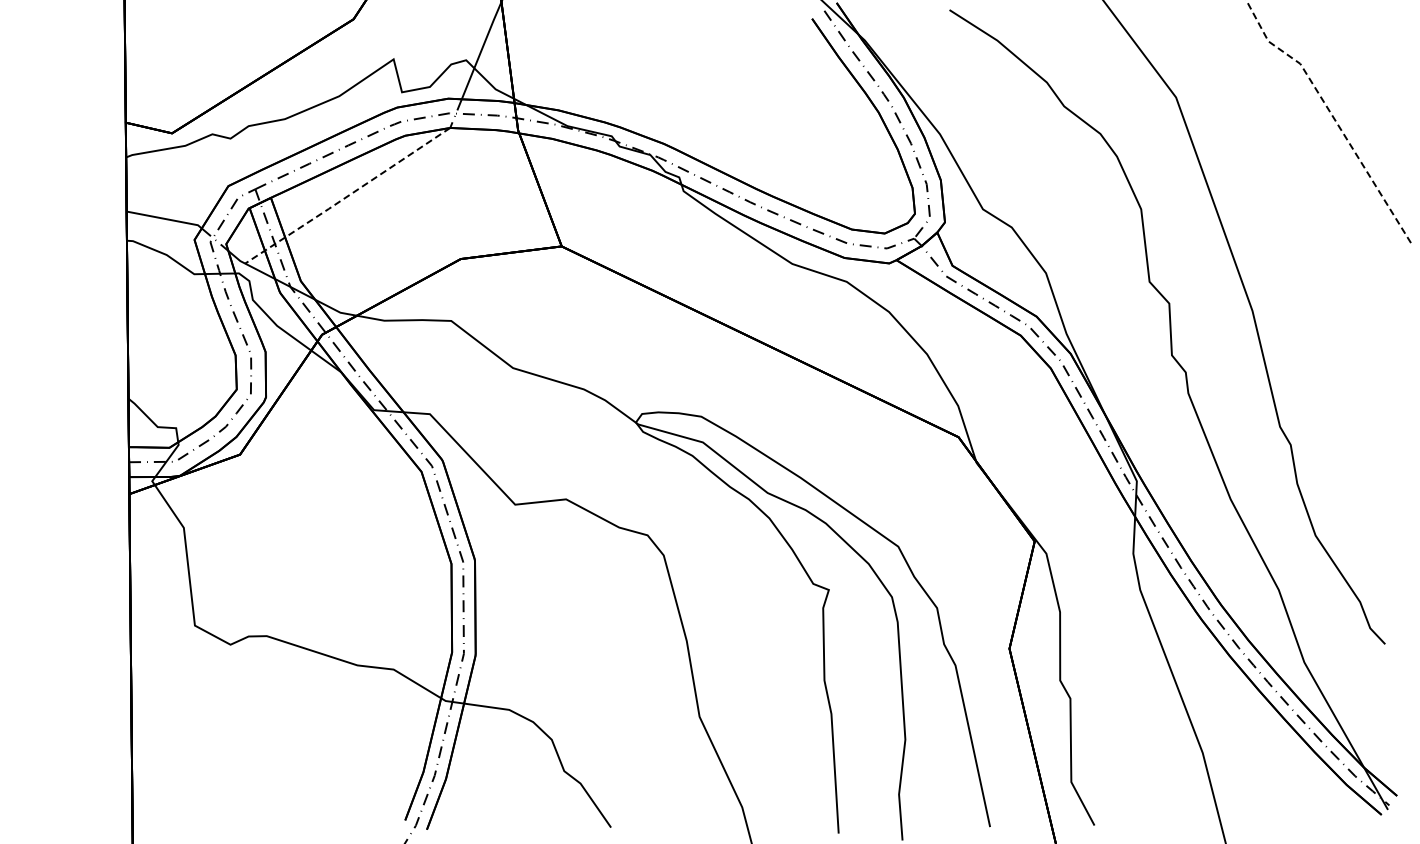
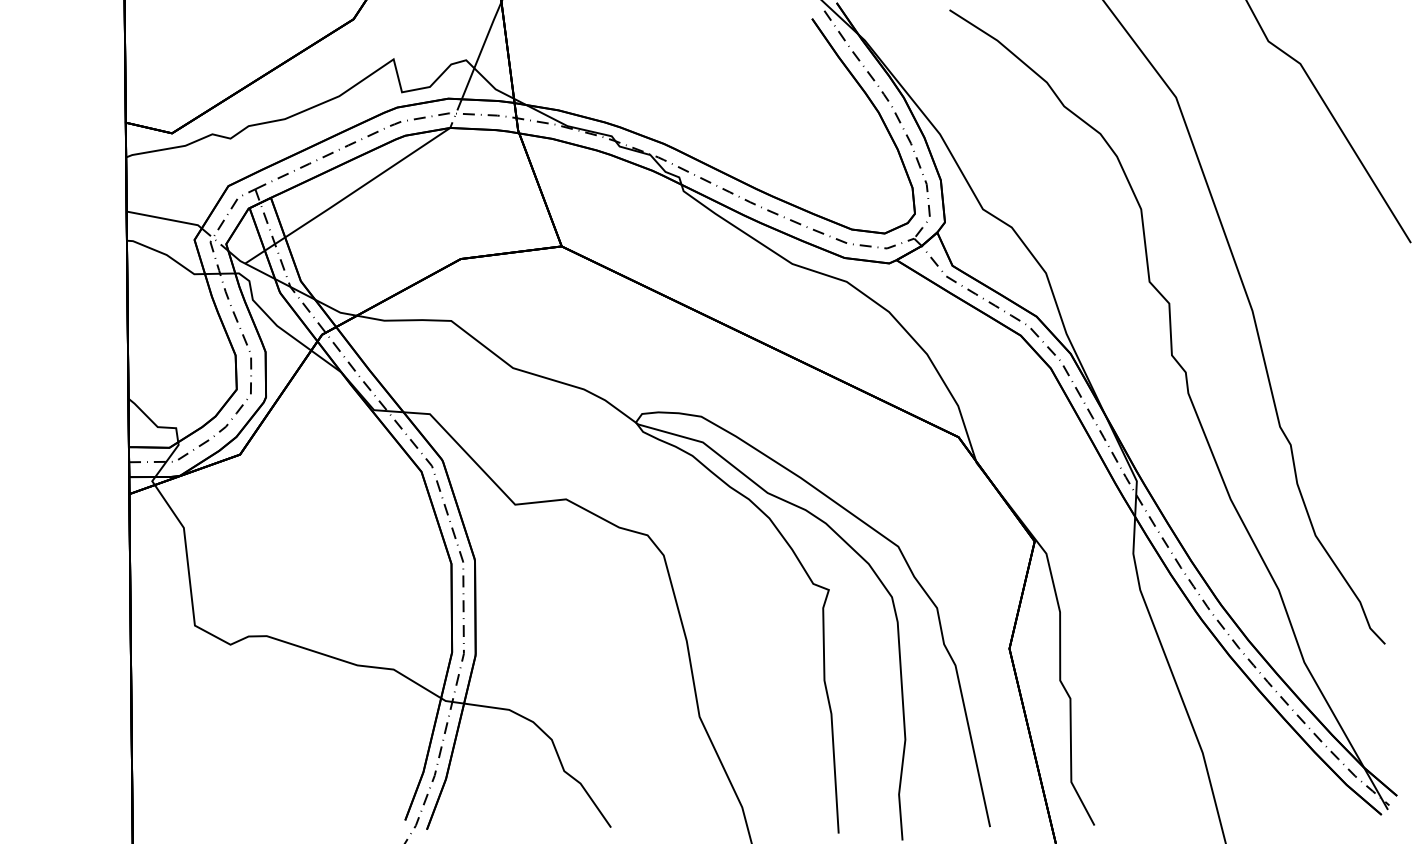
line at (1332, 115): dashed -> solid
line at (347, 196): dashed -> solid
